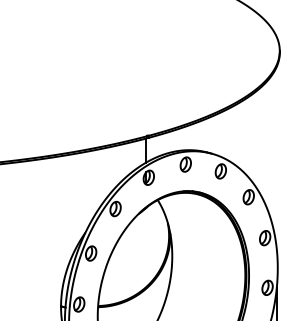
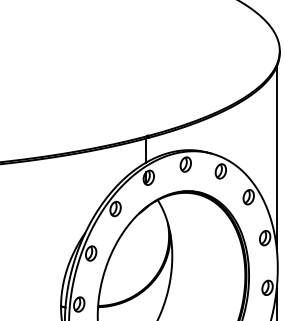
line at (276, 157): none -> present
